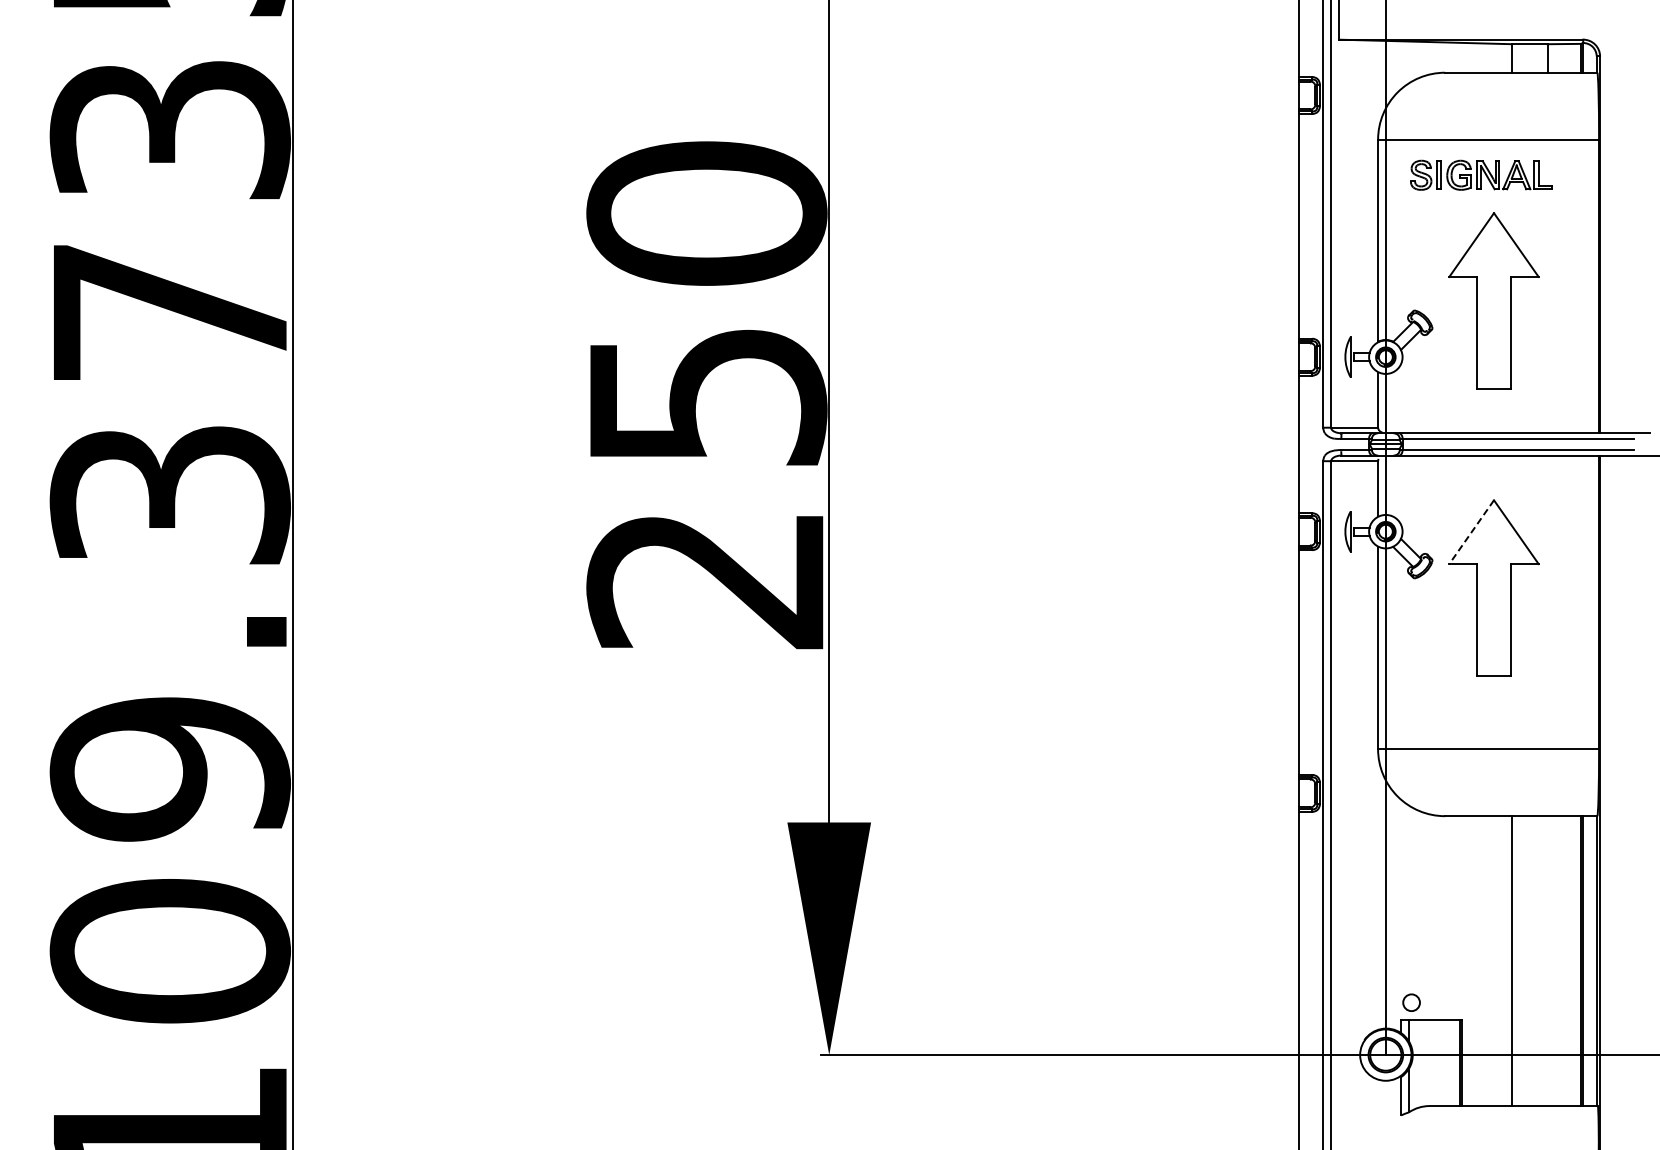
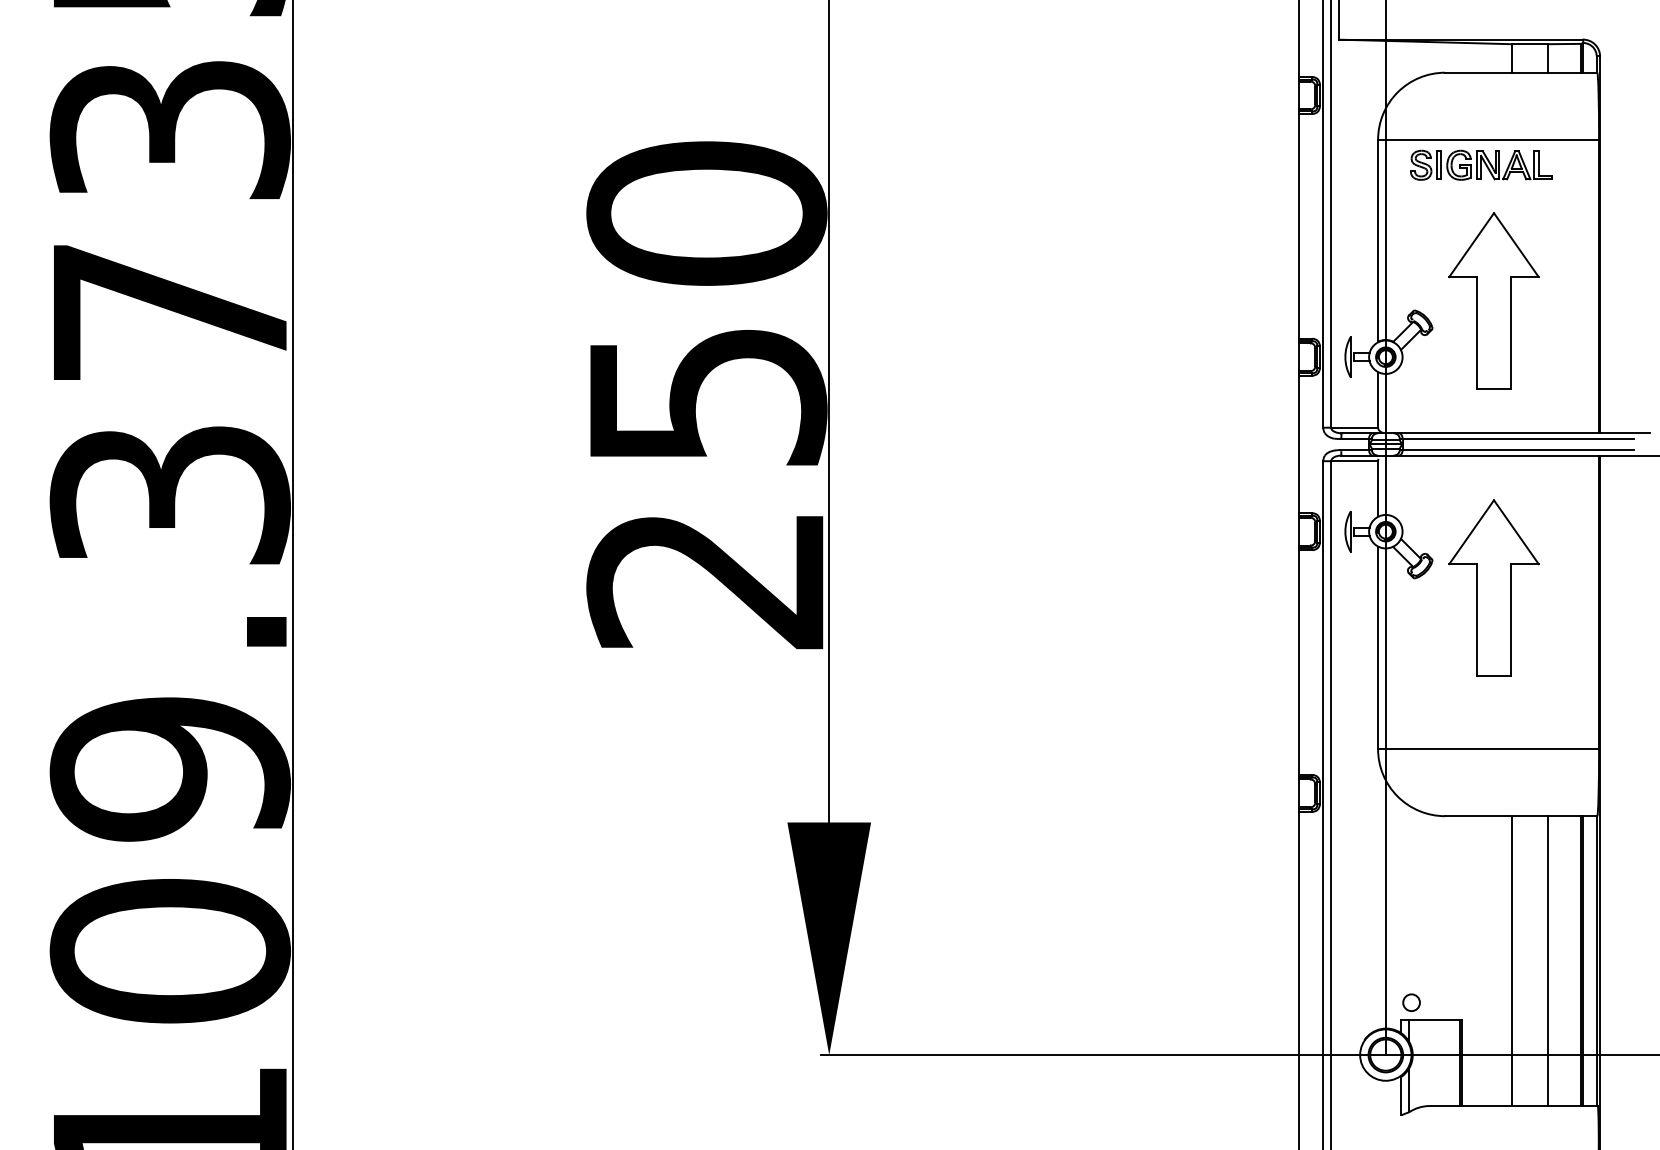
part at (1481, 174) position: (1481, 174) -> (1481, 164)
line at (1471, 532): dashed -> solid
line at (1547, 961): none -> present
